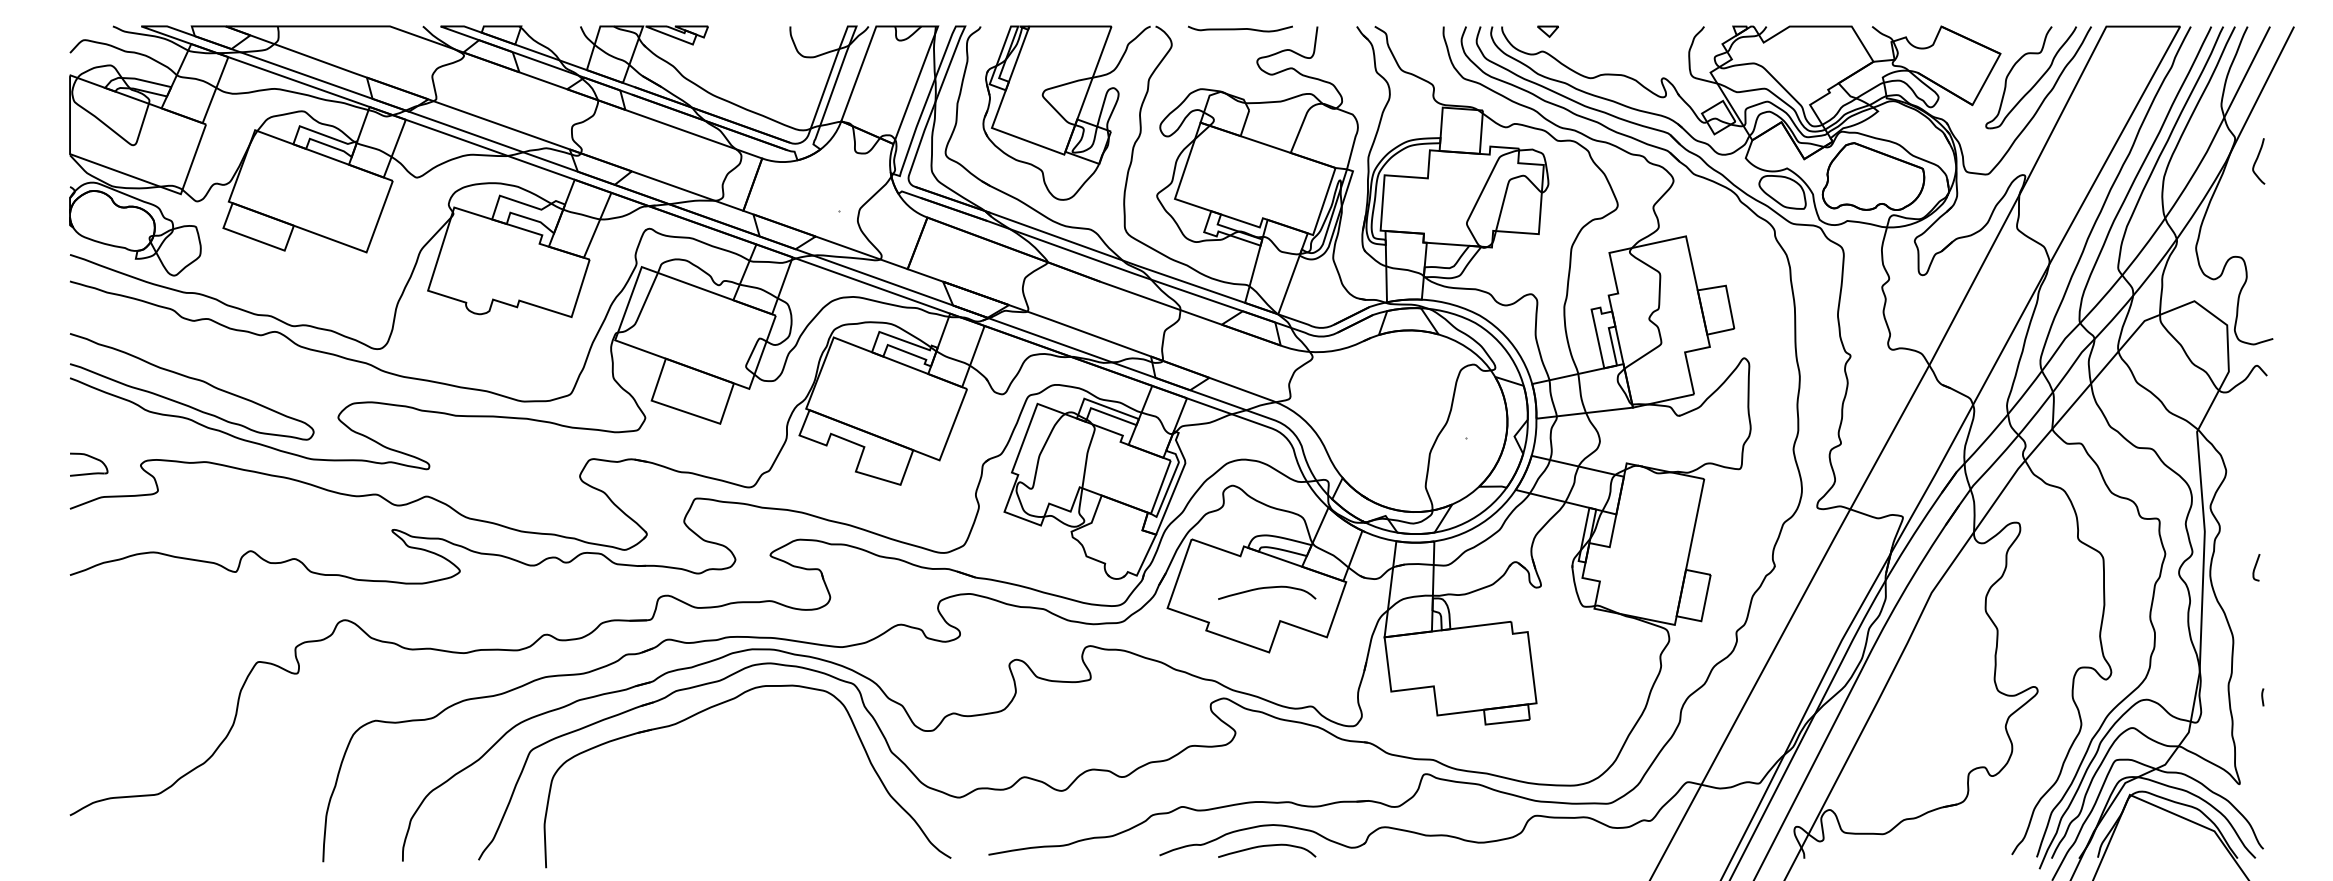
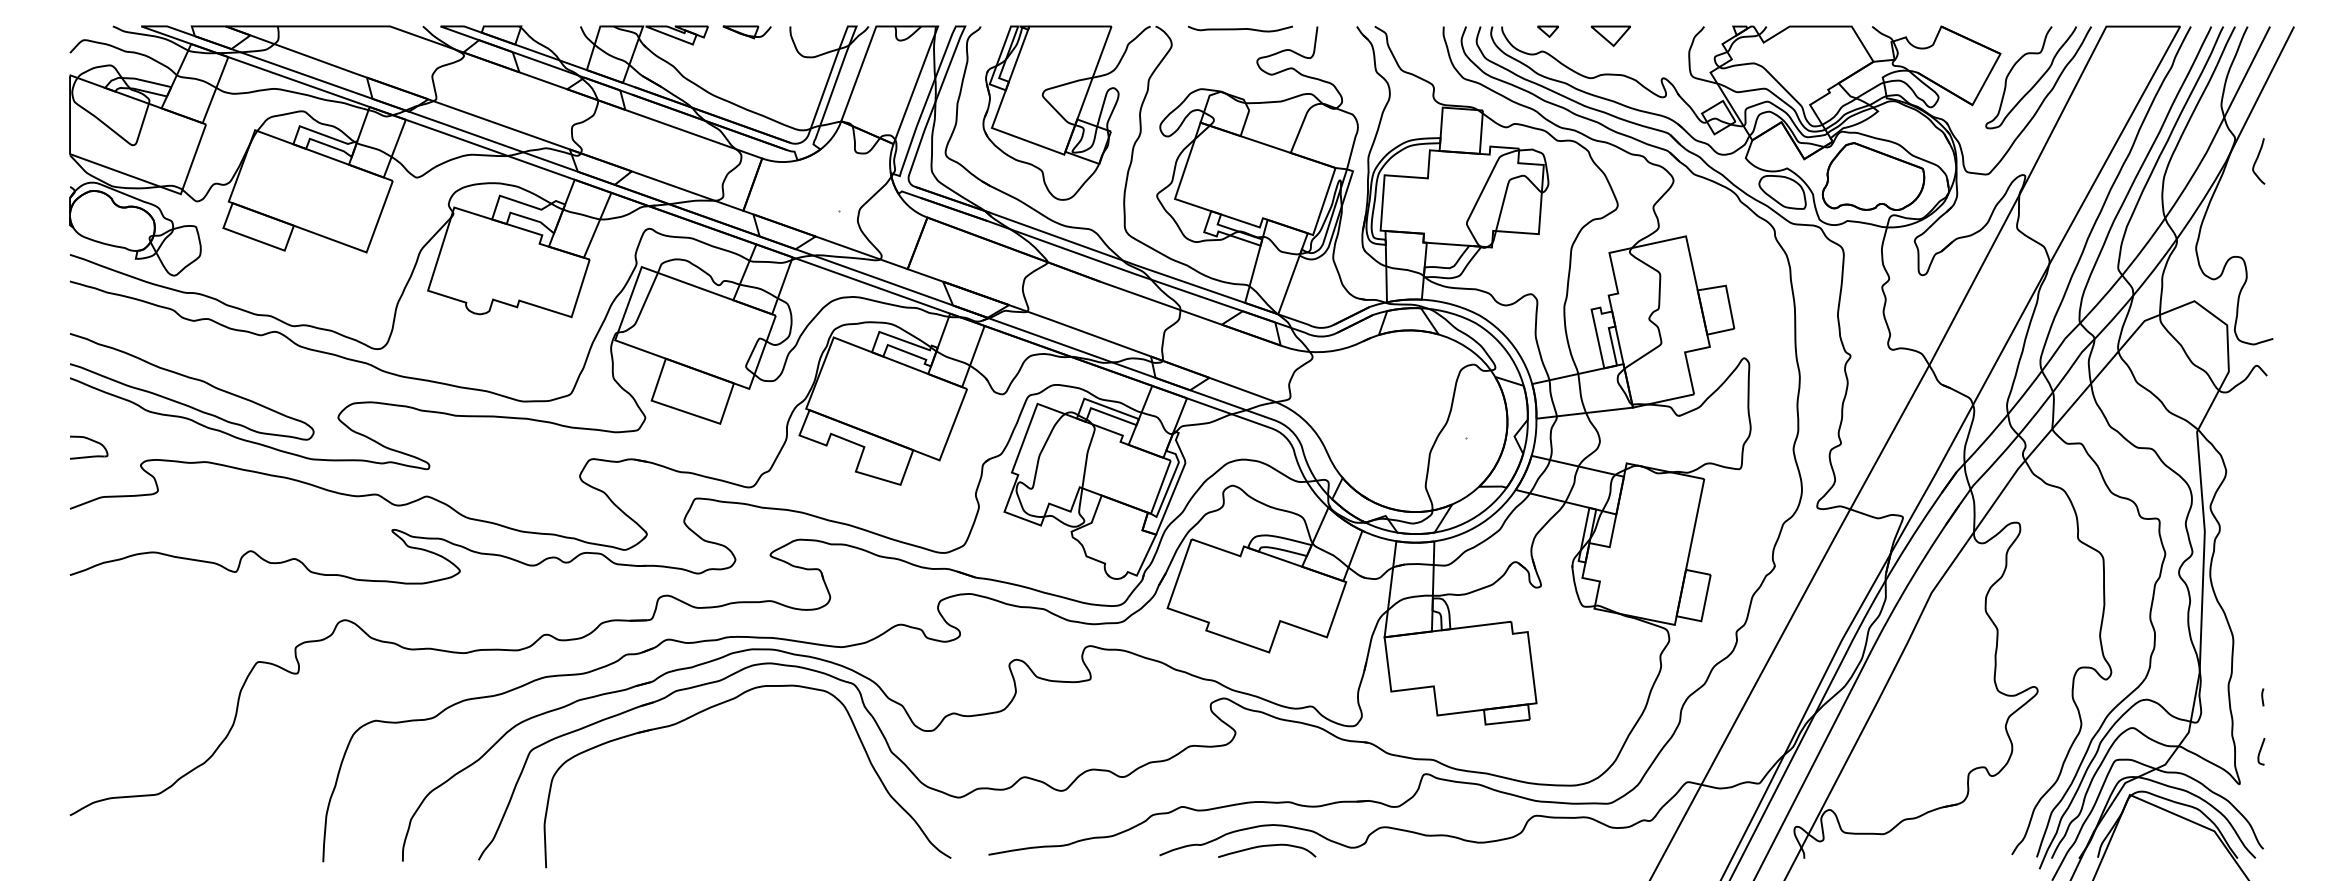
part at (746, 32): none -> present
part at (1610, 35): none -> present
part at (92, 458) position: (92, 458) -> (92, 441)
curve at (2256, 566) position: (2256, 566) -> (2261, 750)
curve at (1267, 588): present -> none
